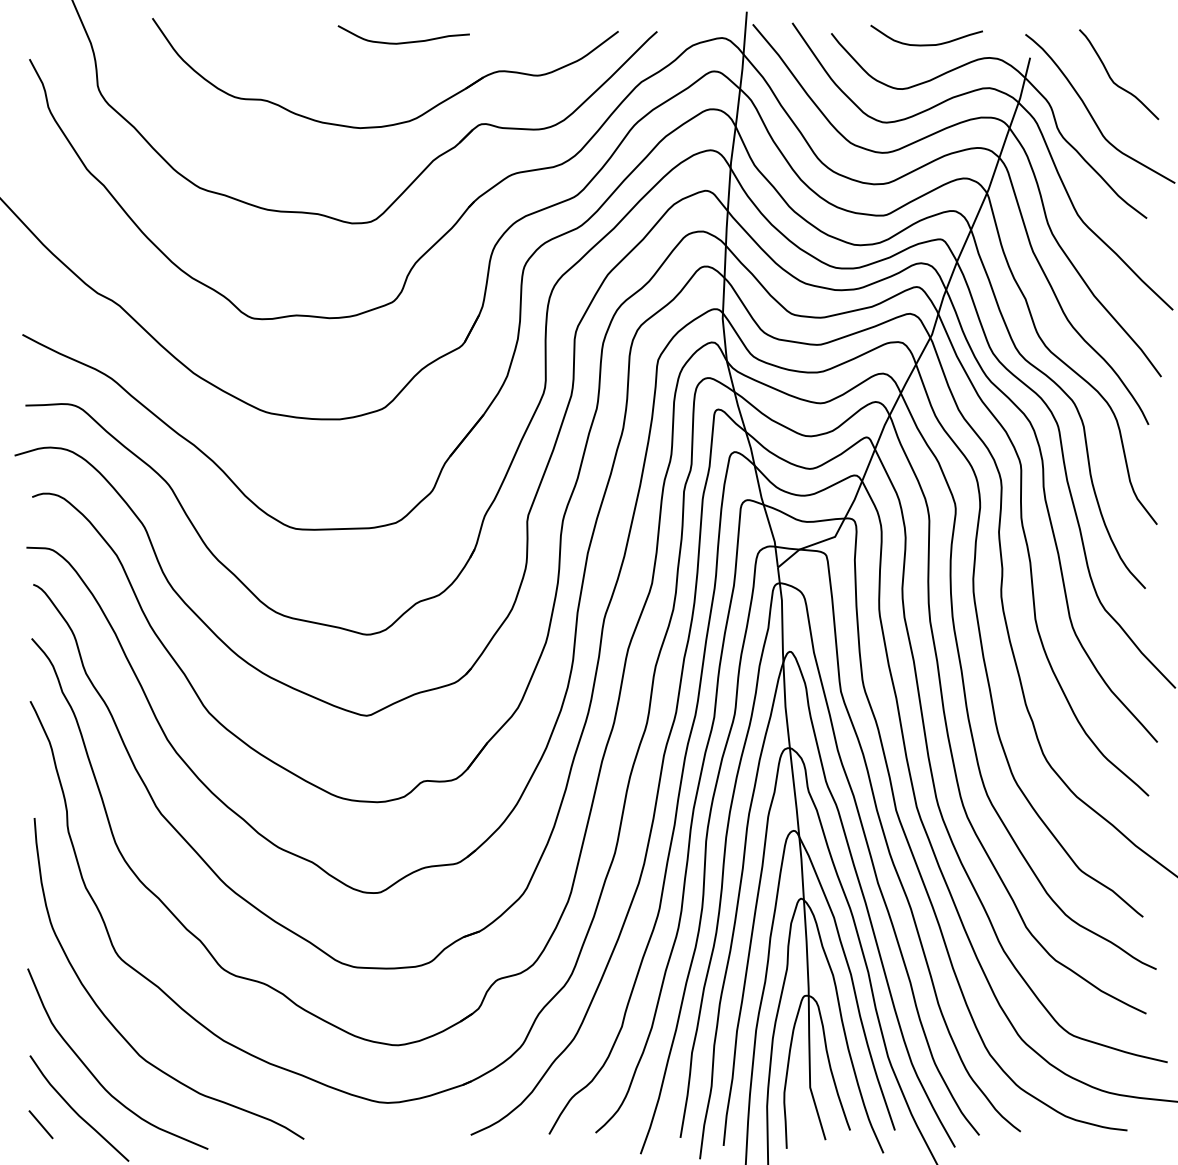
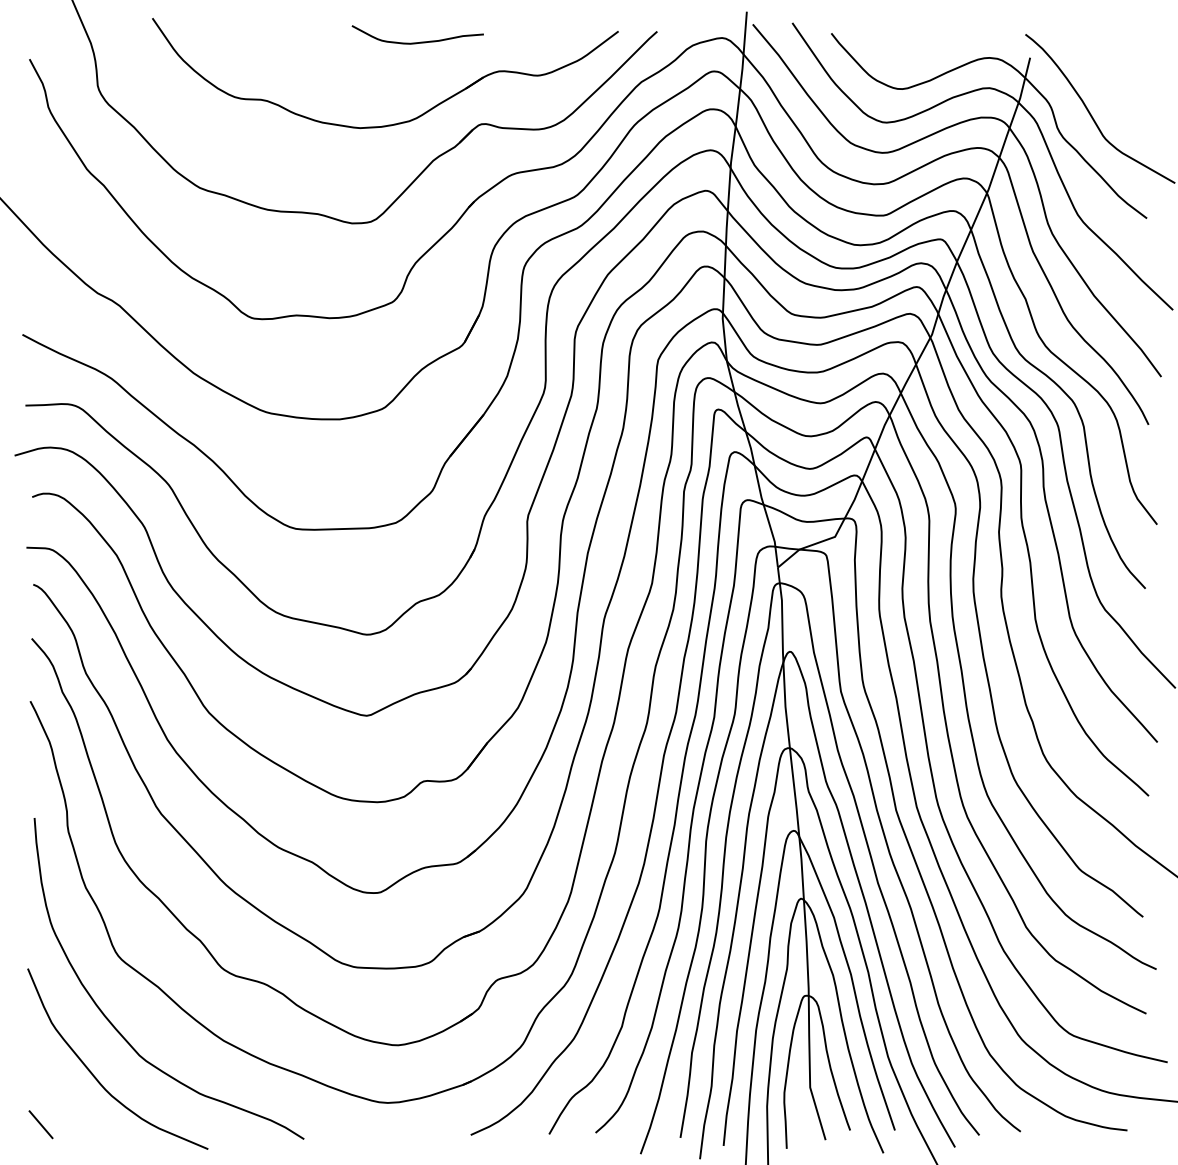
curve at (406, 41) position: (406, 41) -> (420, 41)
curve at (926, 44): present -> none
curve at (1113, 80): present -> none
curve at (76, 1111): present -> none
